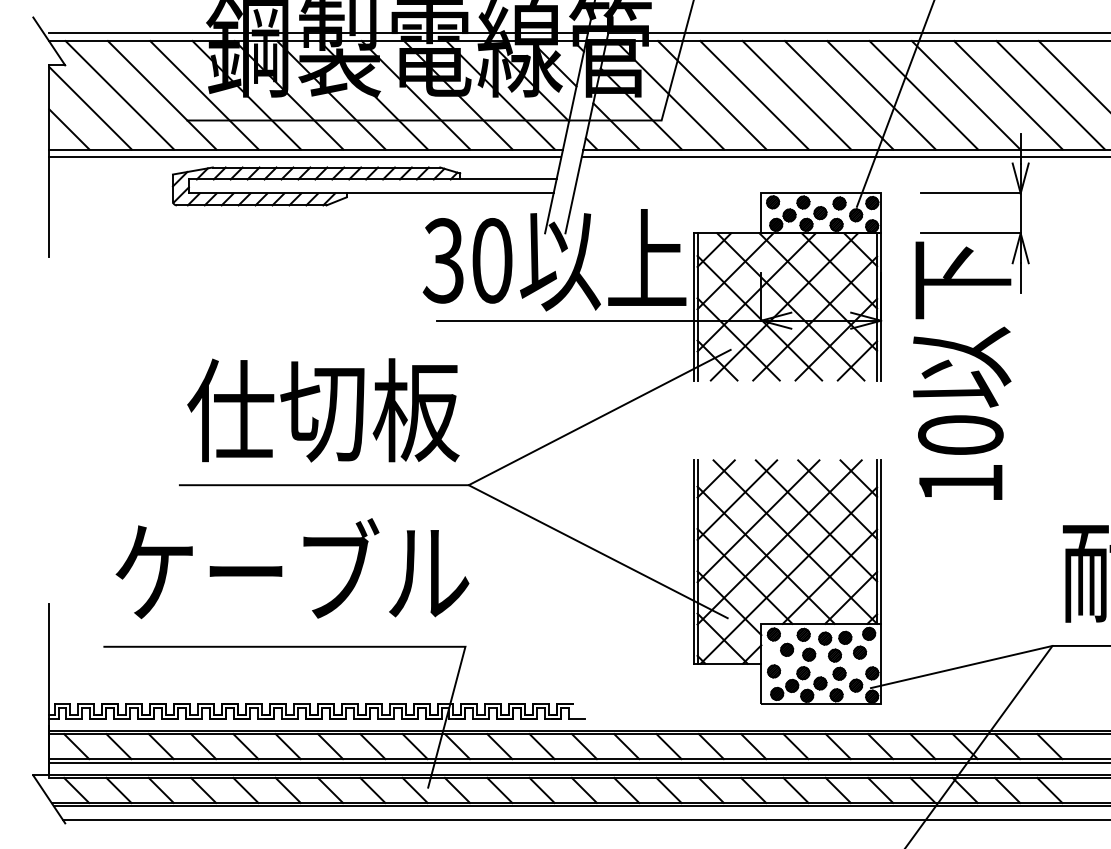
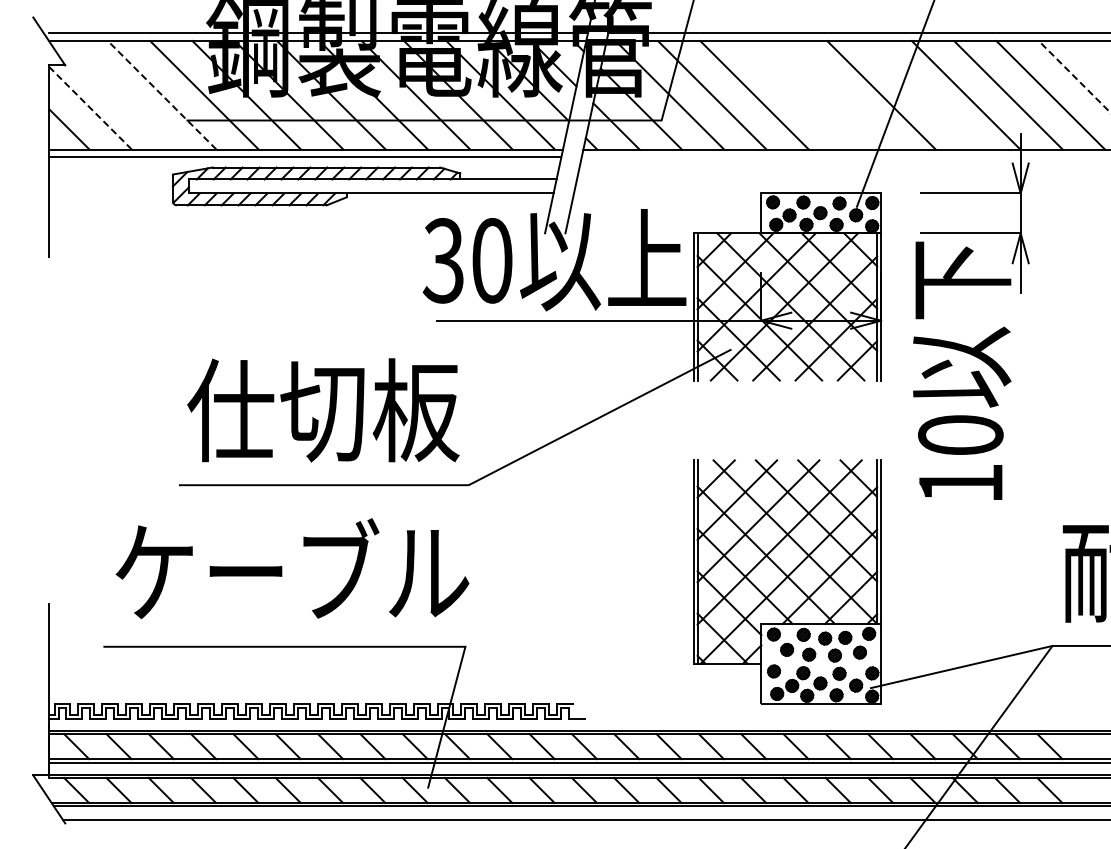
line at (1074, 76): solid -> dashed
line at (119, 95): present -> none
line at (162, 95): solid -> dashed
line at (796, 95): present -> none
line at (838, 95): present -> none
line at (923, 95): present -> none
line at (90, 107): solid -> dashed
line at (844, 157): present -> none
line at (597, 551): present -> none
